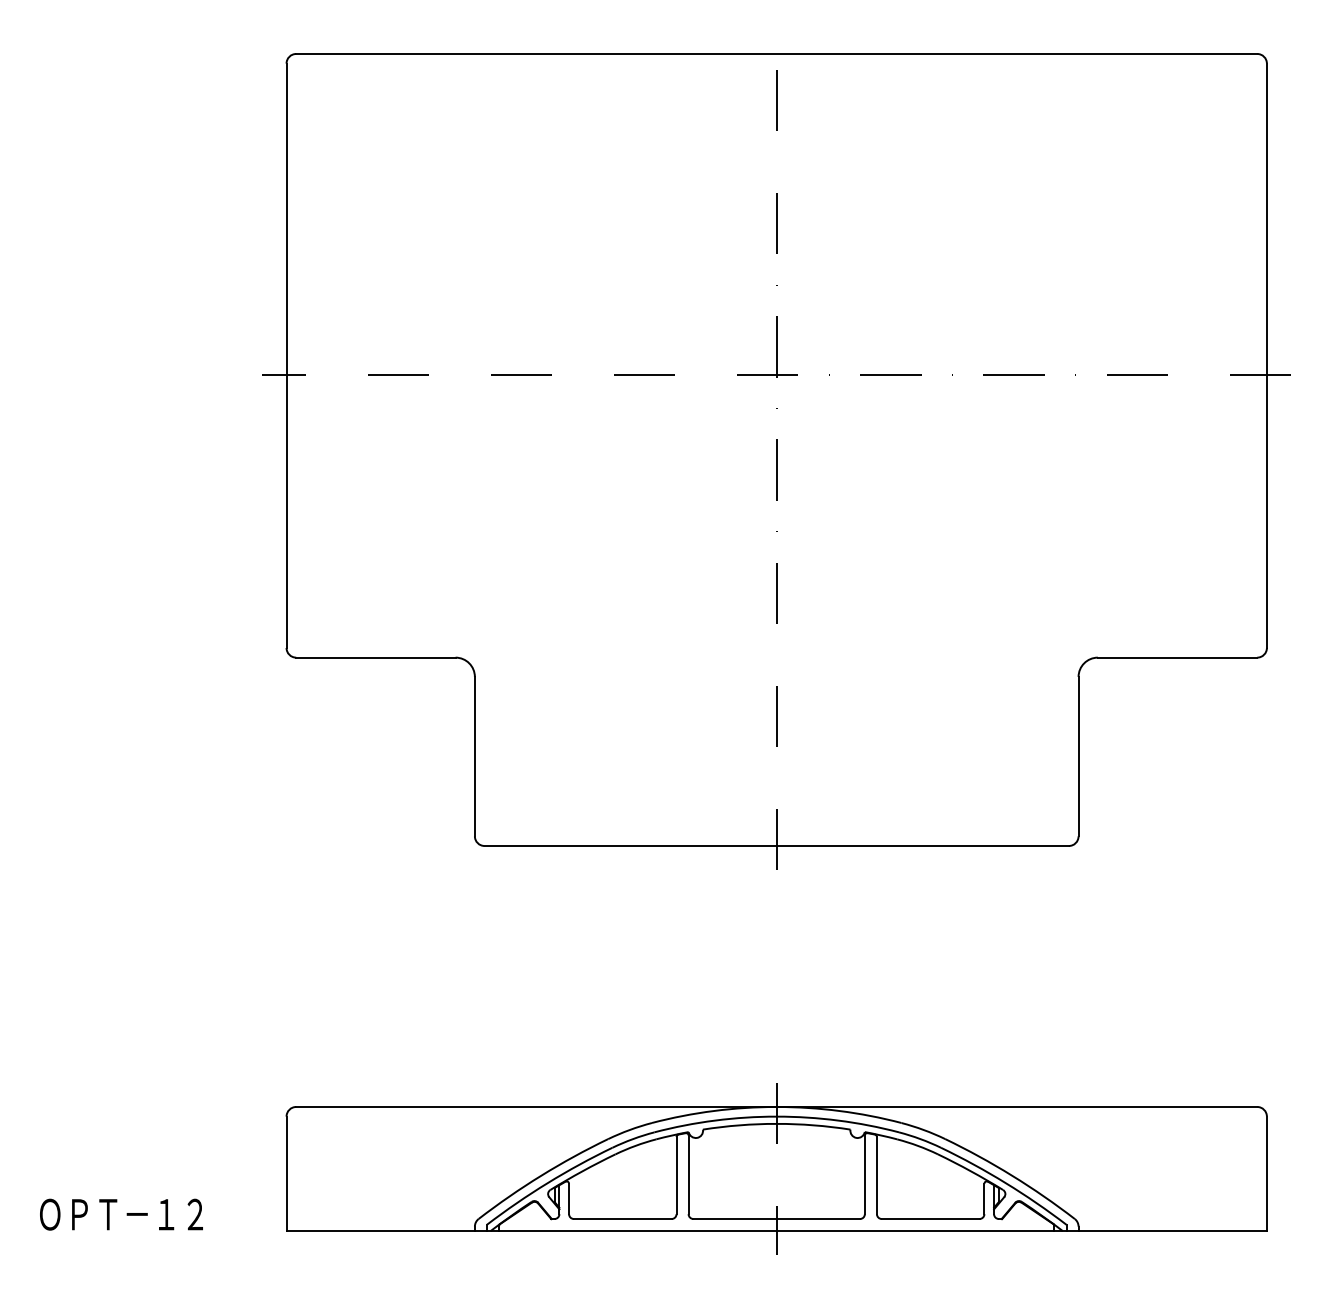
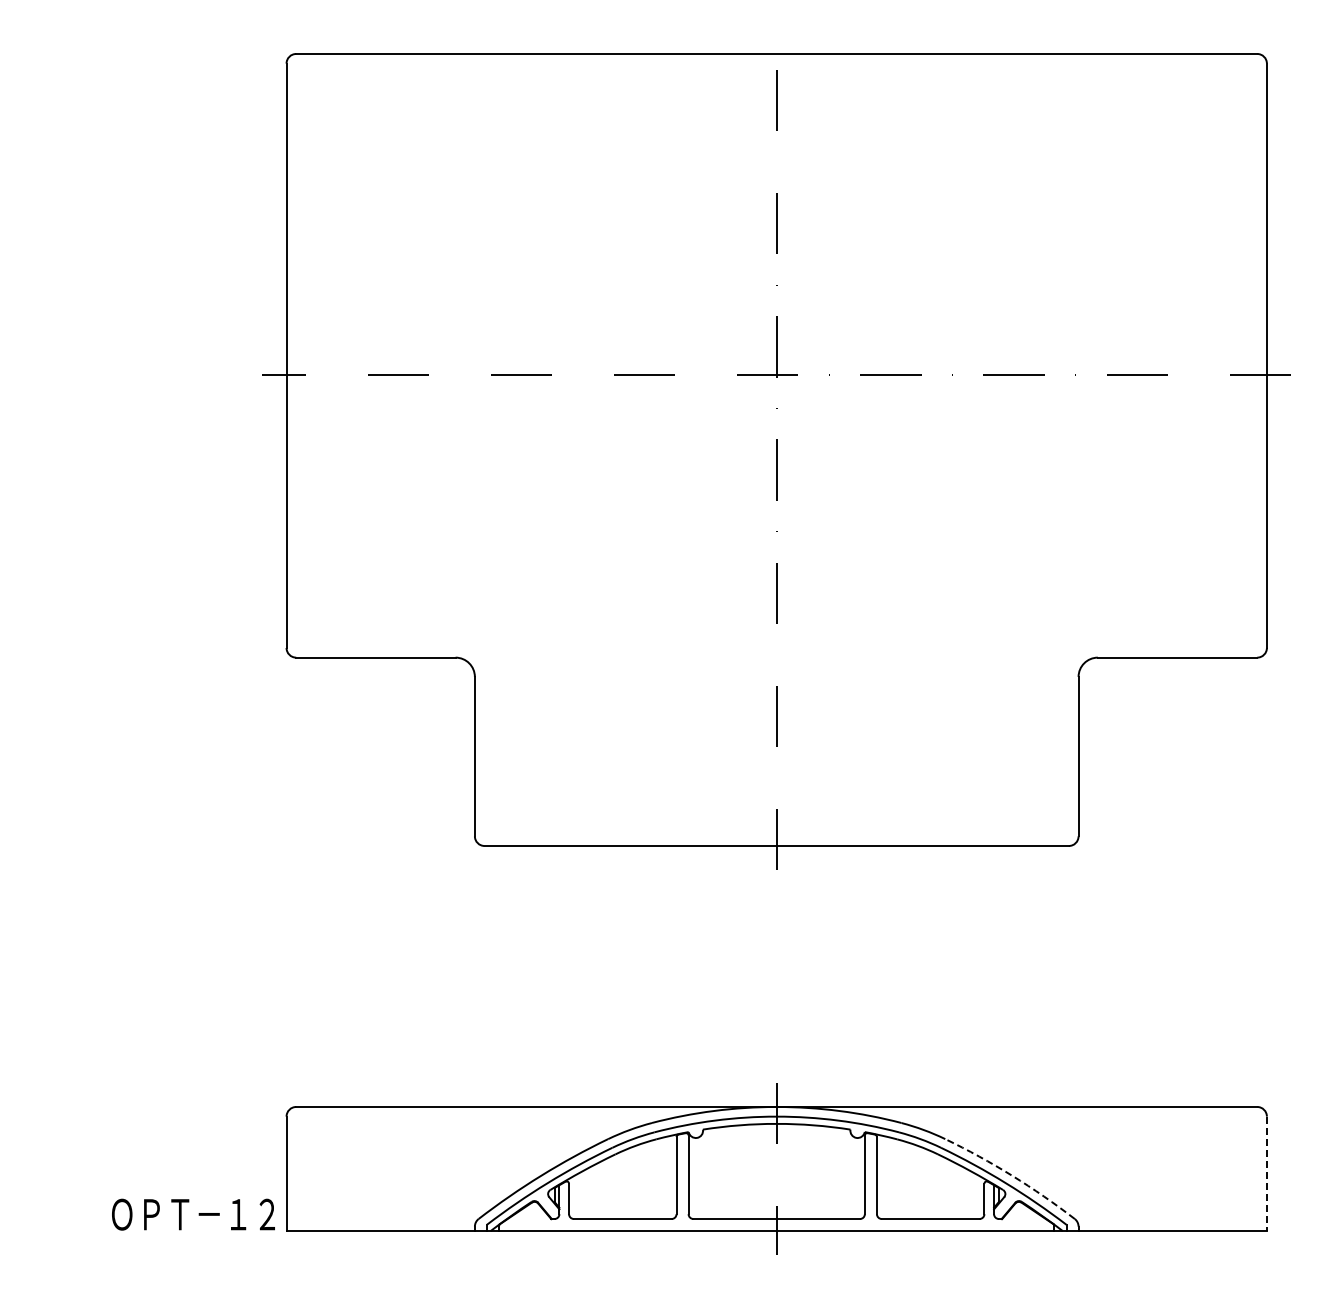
line at (1266, 1174): solid -> dashed
arc at (1012, 1175): solid -> dashed
text at (121, 1214) position: (121, 1214) -> (193, 1214)
